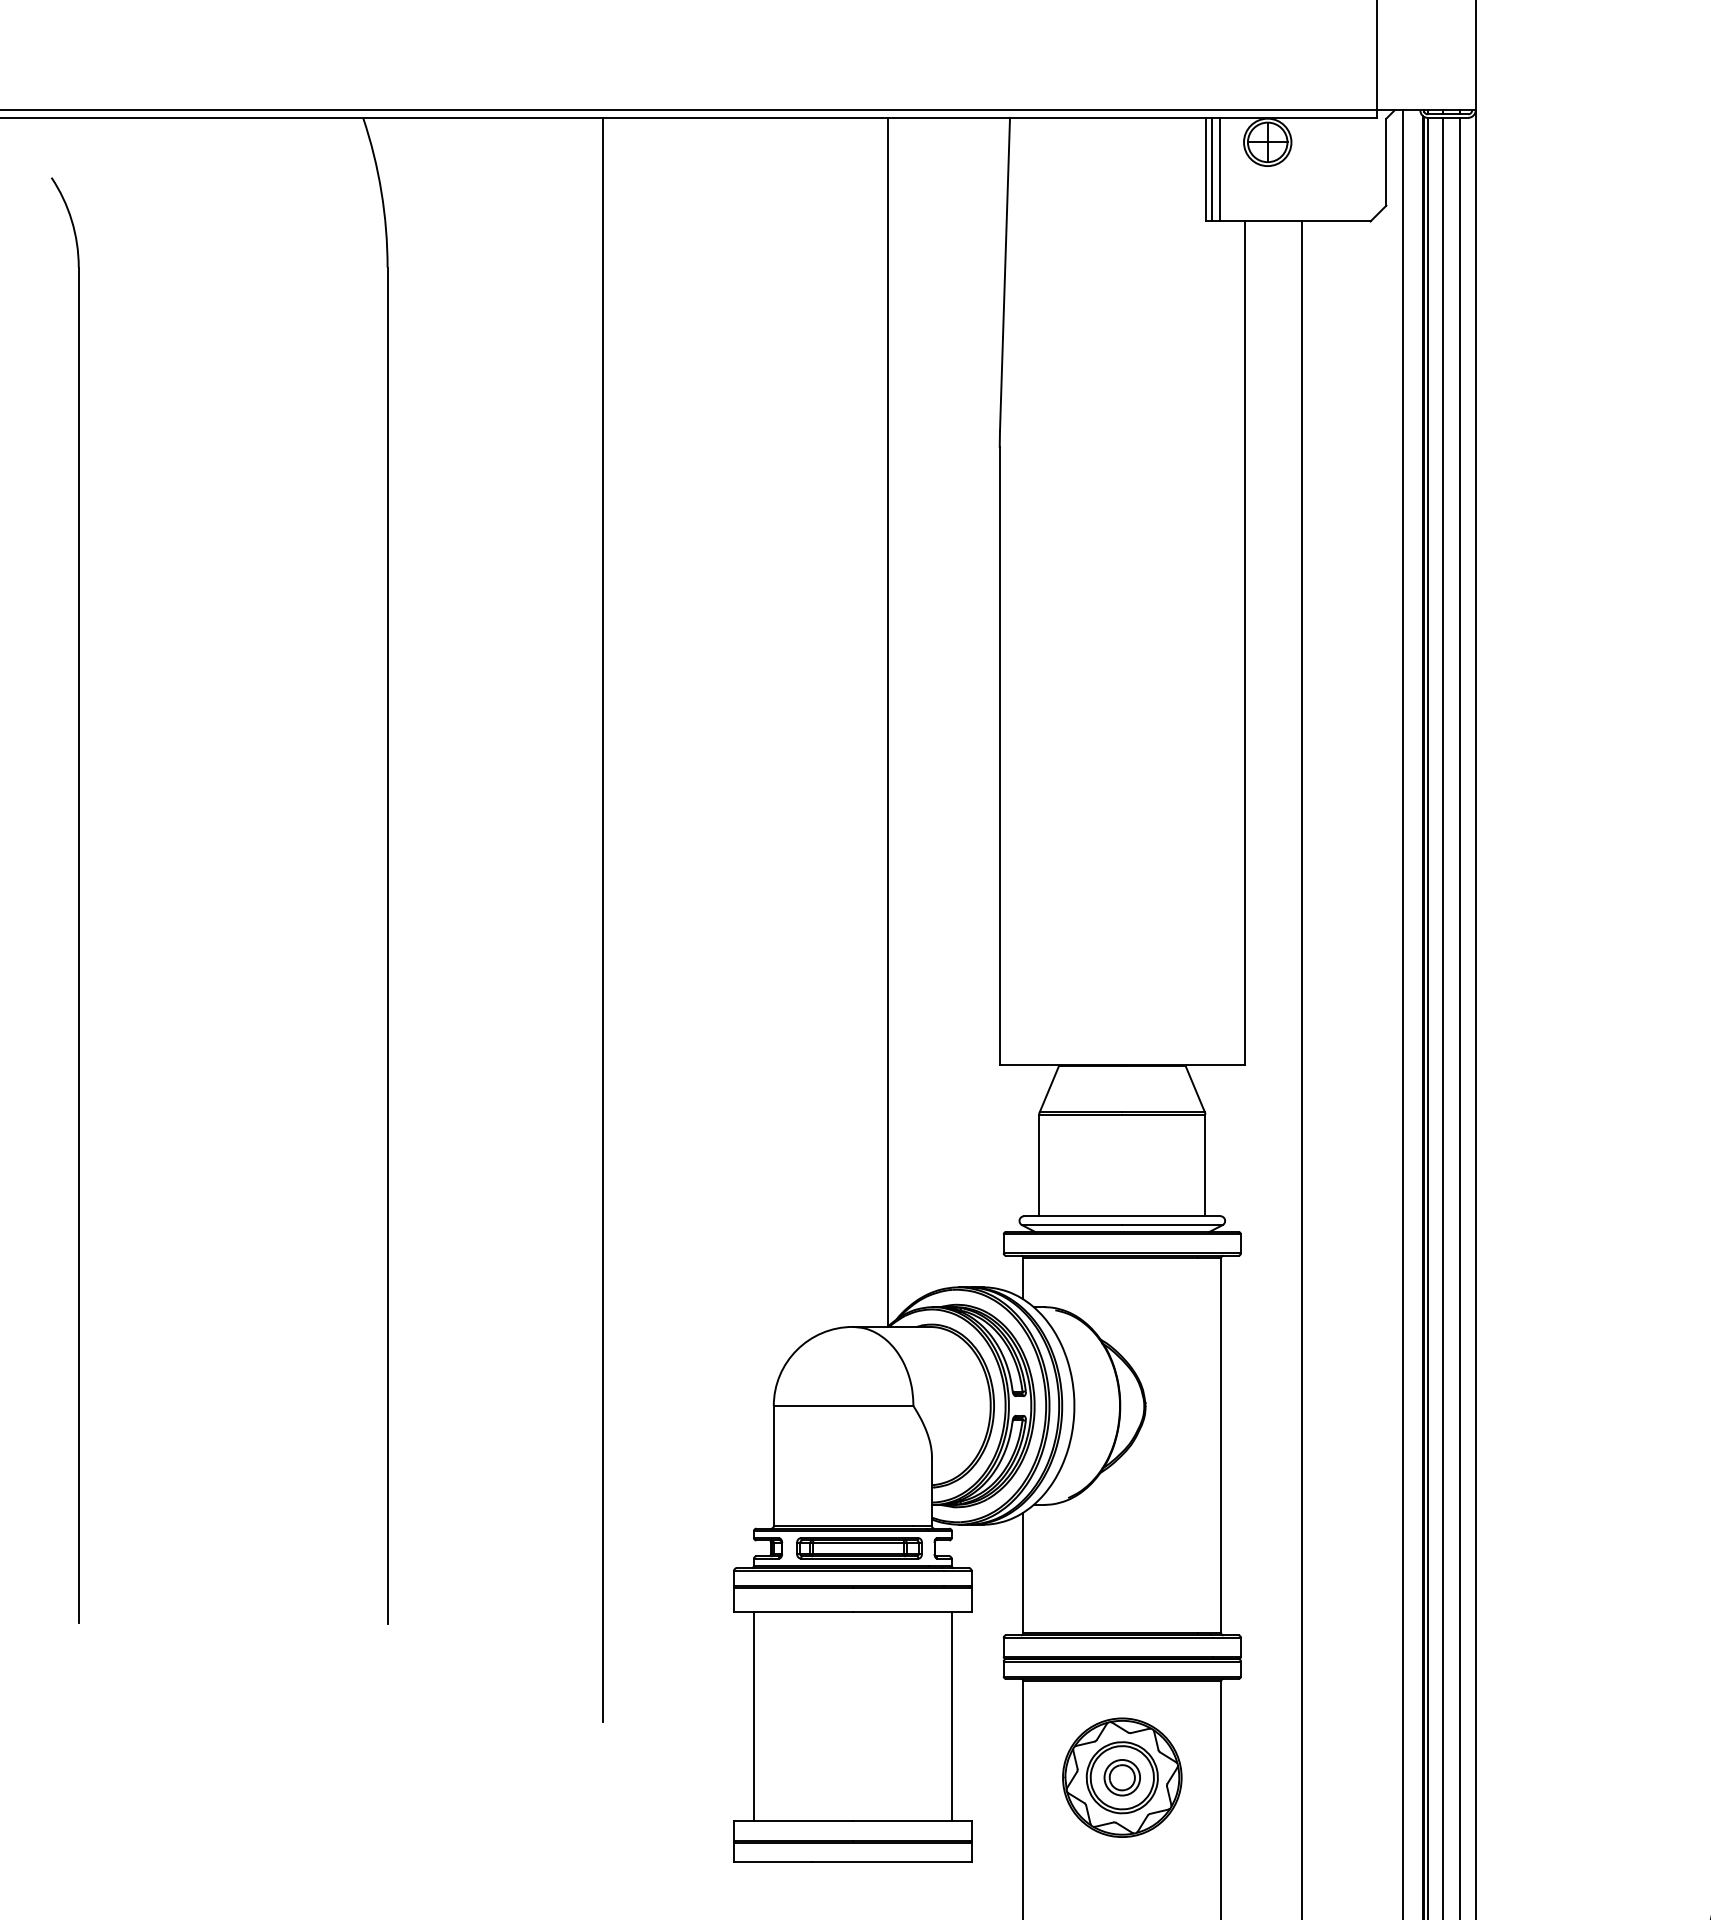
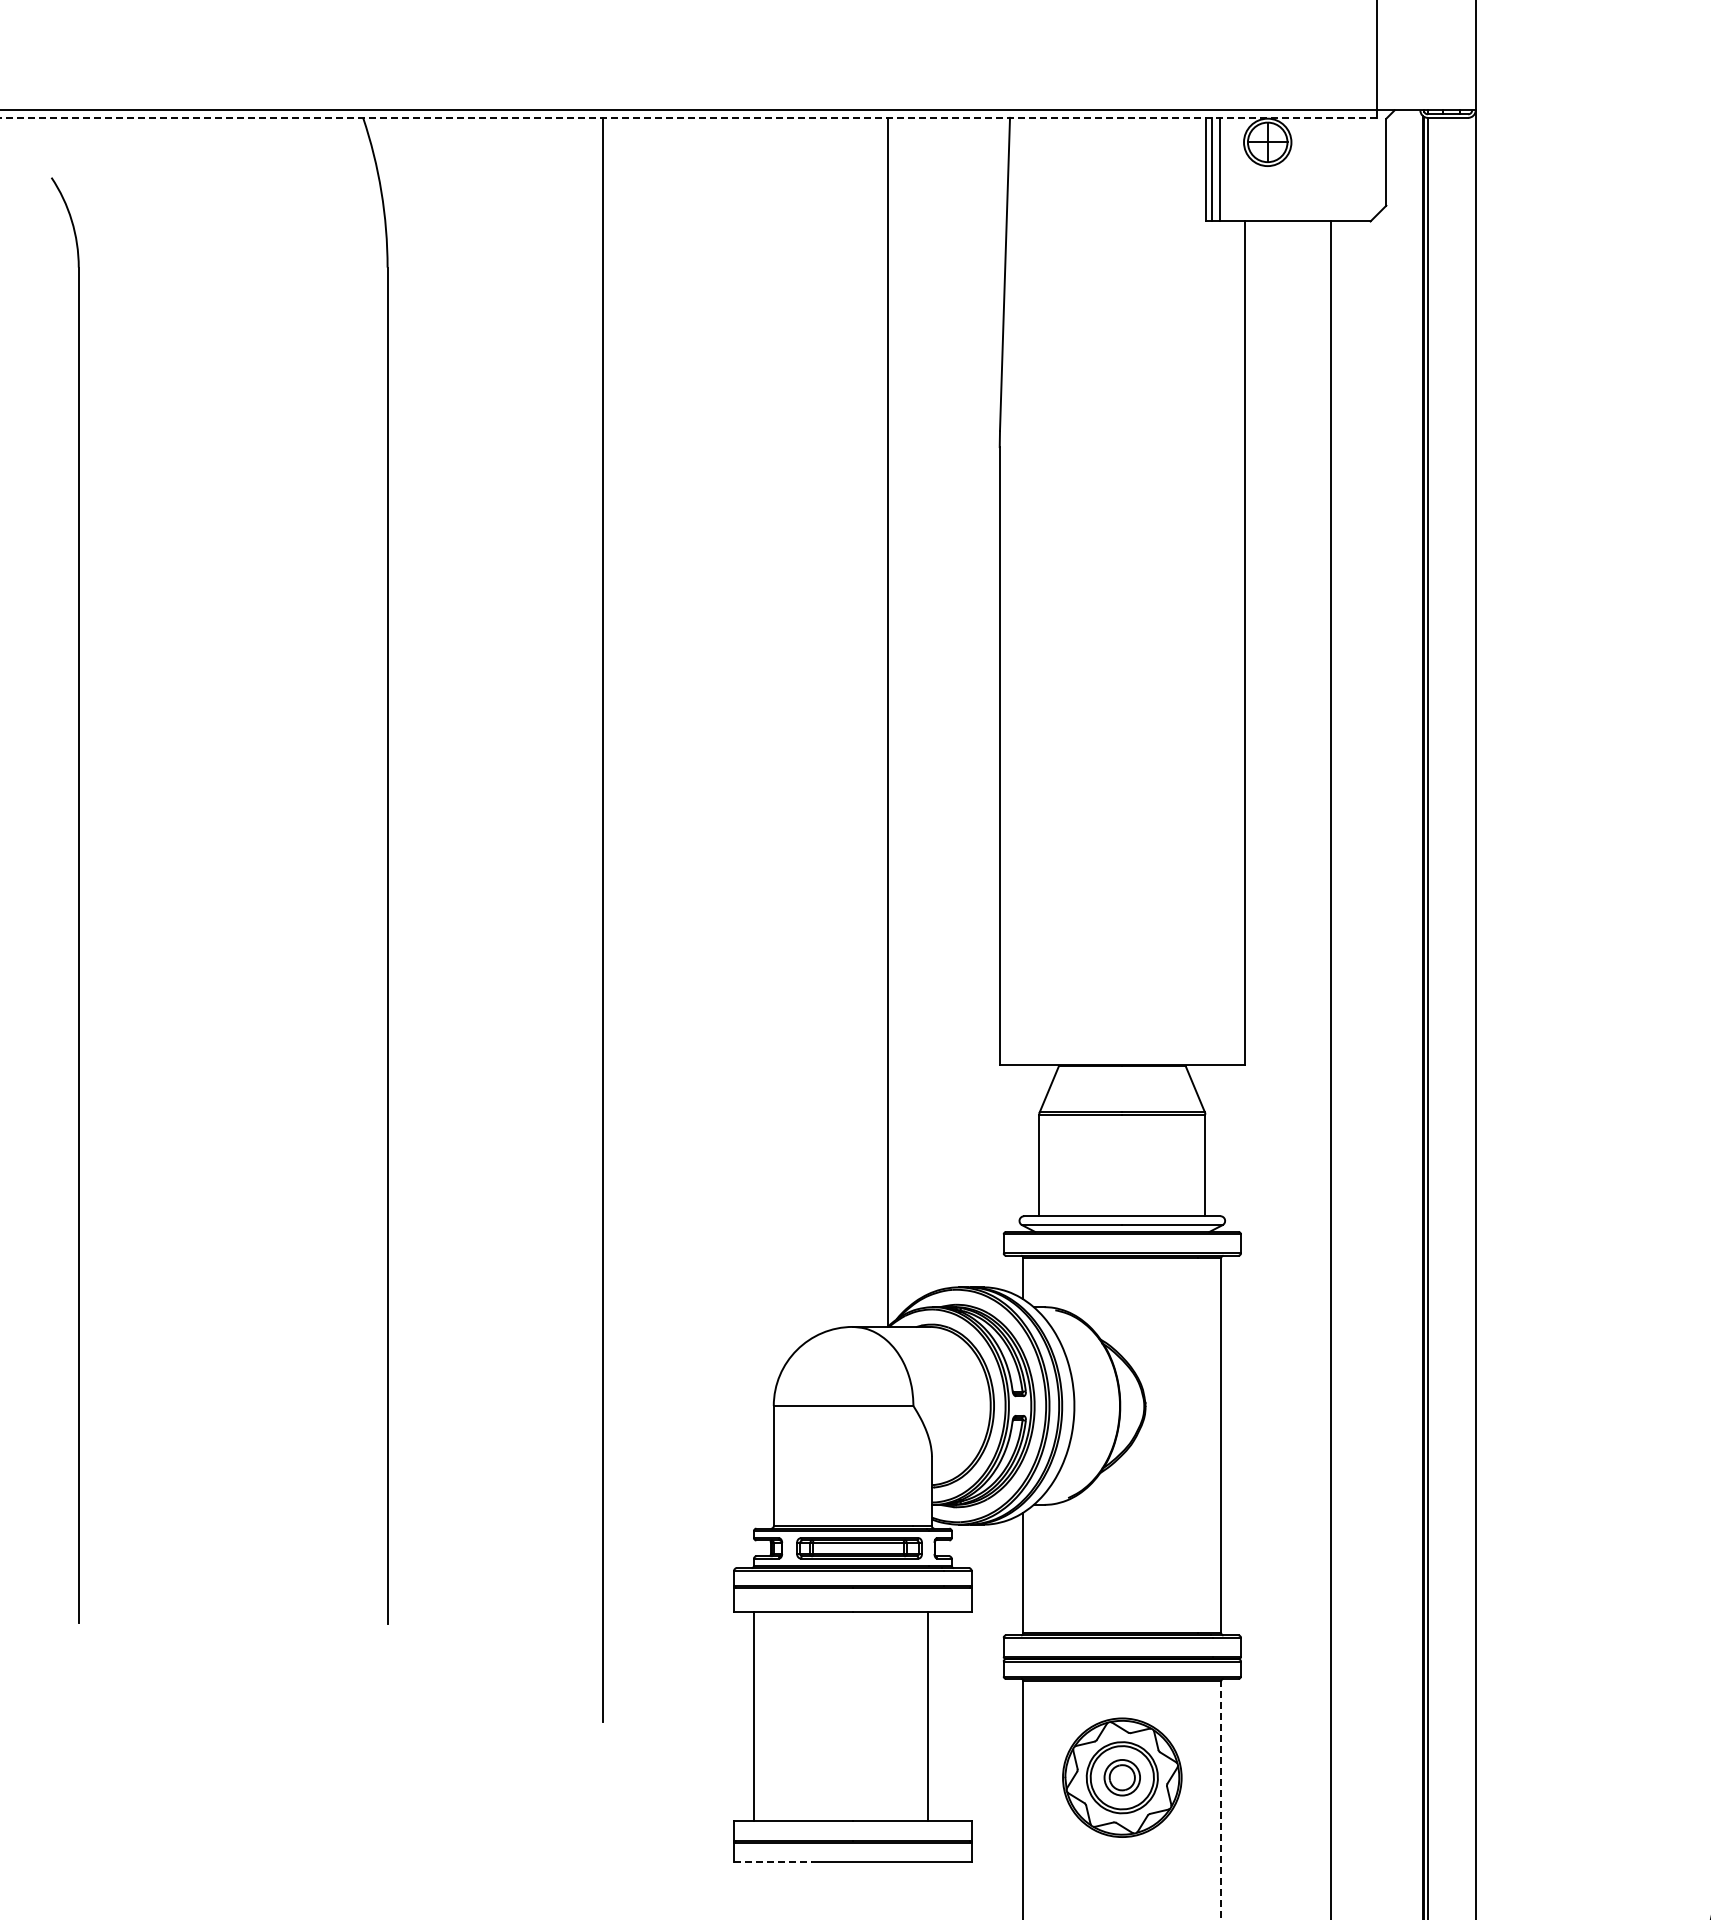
line at (688, 117): solid -> dashed
line at (1402, 1013): present -> none
line at (1443, 1016): present -> none
line at (1460, 1016): present -> none
line at (1301, 1068) position: (1301, 1068) -> (1330, 1068)
line at (951, 1716) position: (951, 1716) -> (927, 1716)
line at (1221, 1800): solid -> dashed
line at (773, 1862): solid -> dashed
